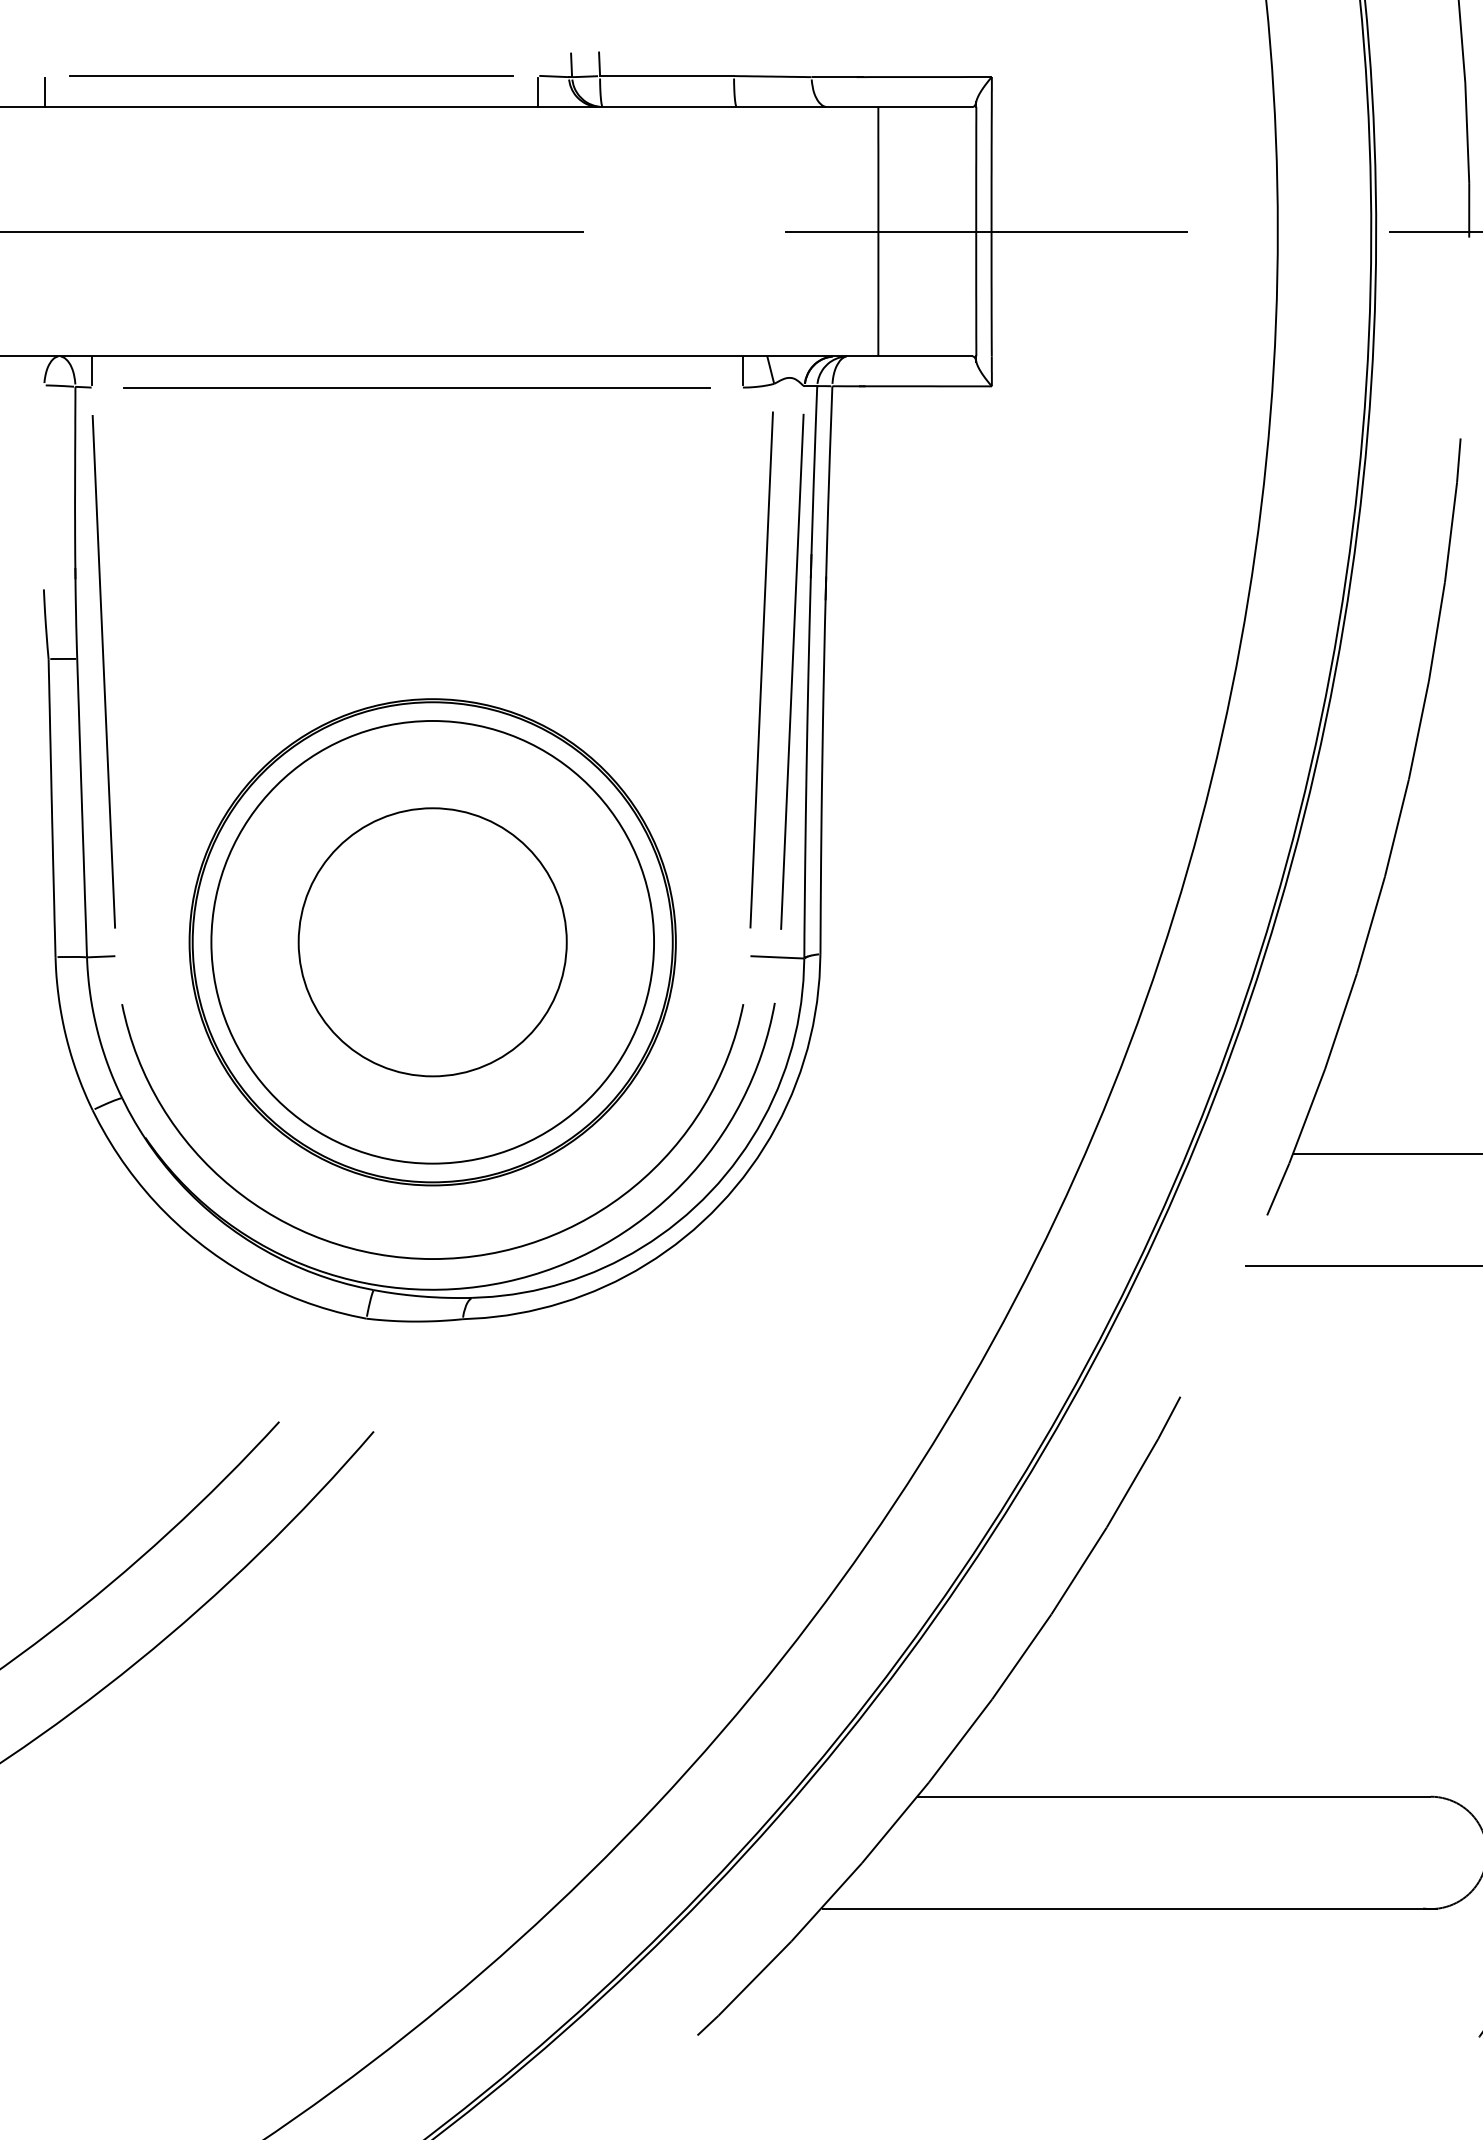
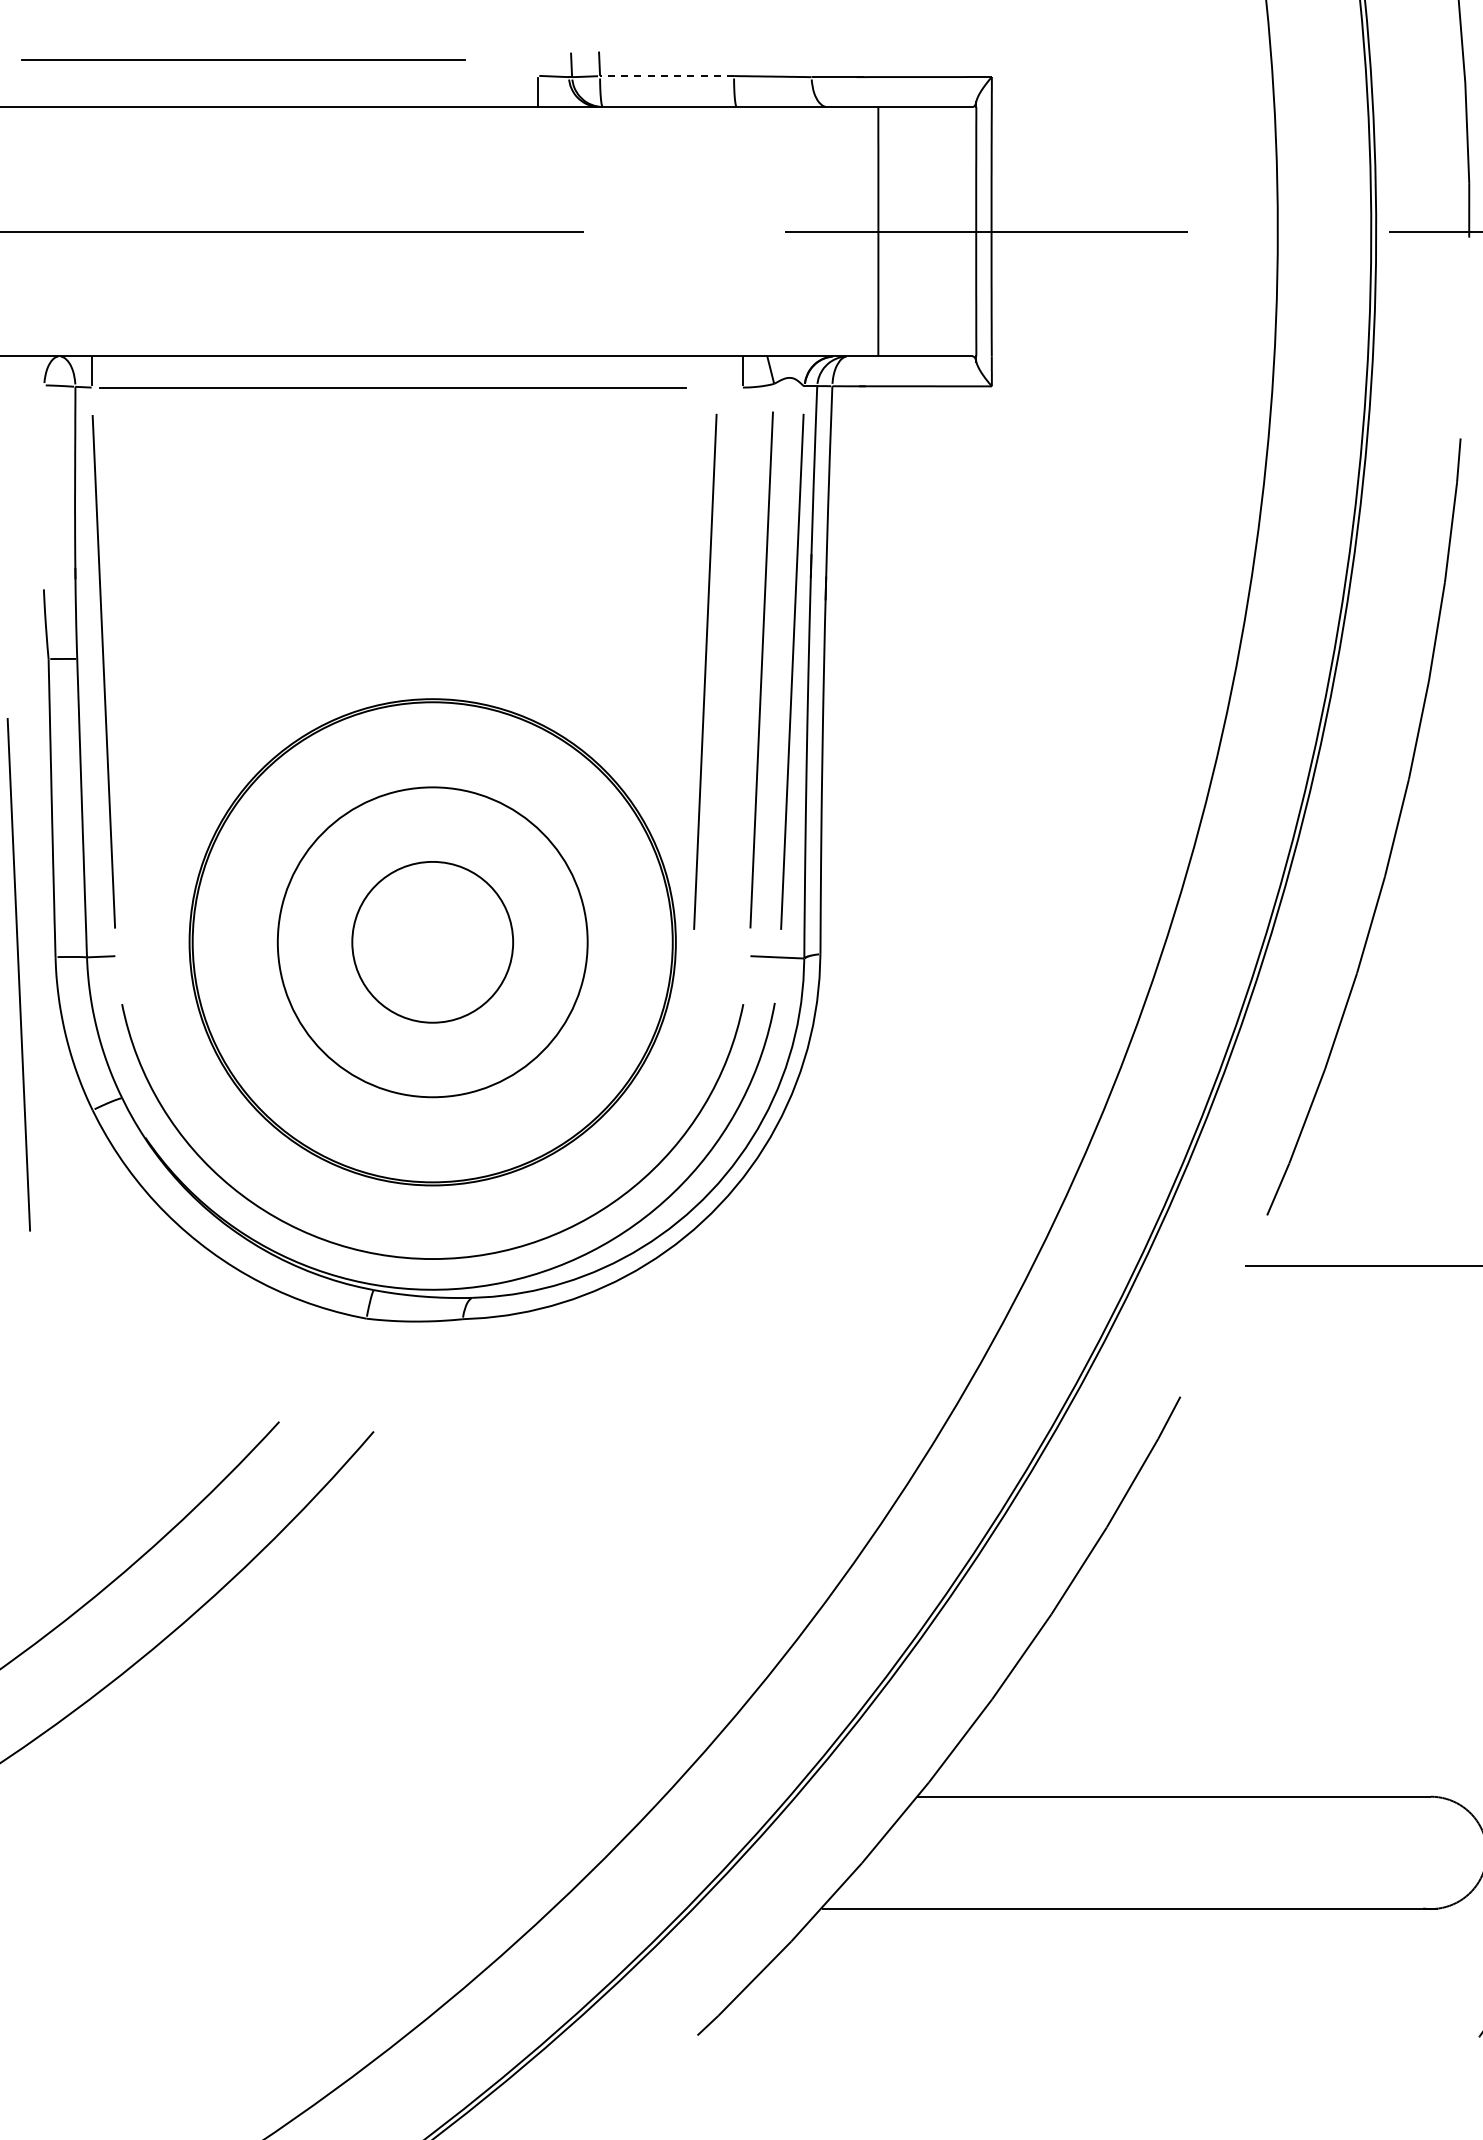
line at (291, 75) position: (291, 75) -> (243, 59)
line at (667, 76): solid -> dashed
line at (45, 92): present -> none
line at (416, 387) position: (416, 387) -> (392, 387)
line at (705, 671): none -> present
circle at (432, 941) diameter: 443 px -> 310 px
circle at (432, 942) diameter: 268 px -> 161 px
line at (18, 974): none -> present
line at (1385, 1153): present -> none
